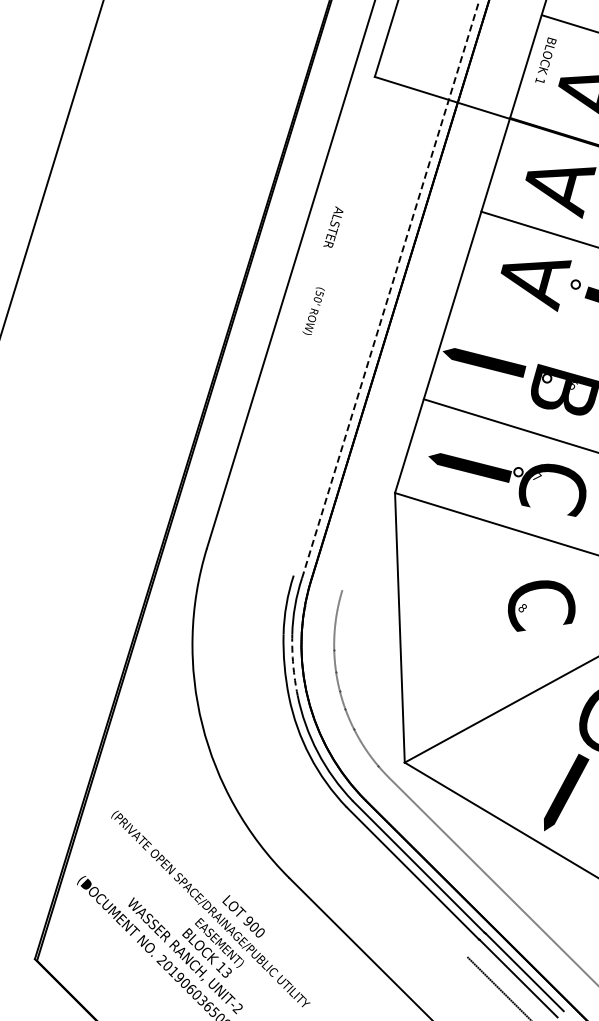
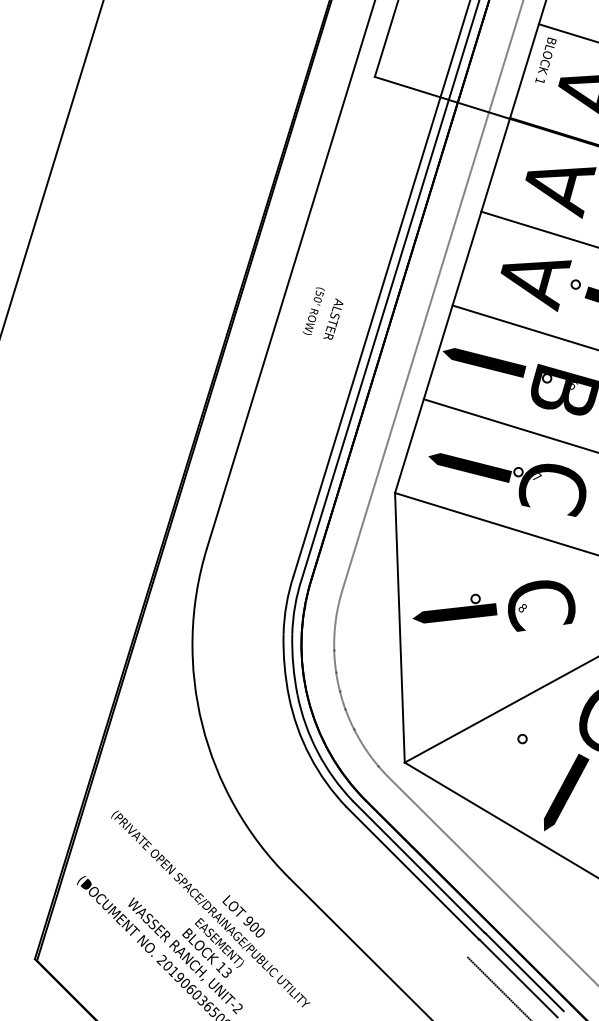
line at (568, 23) position: (568, 23) -> (566, 32)
text at (333, 226) position: (333, 226) -> (333, 318)
line at (381, 288): none -> present
line at (390, 288): dashed -> solid
line at (432, 296): none -> present
line at (523, 327): none -> present
part at (454, 608): none -> present
arc at (293, 665): dashed -> solid
circle at (522, 738): none -> present
